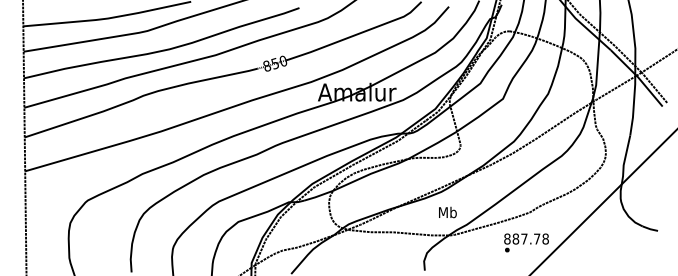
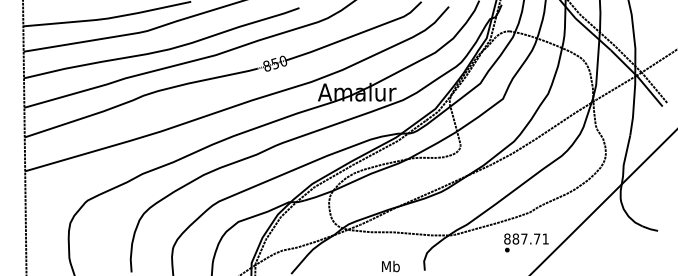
text at (447, 212) position: (447, 212) -> (390, 266)
text at (545, 238): 887.78 -> 887.71
